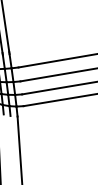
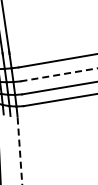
line at (59, 74): solid -> dashed
line at (19, 150): solid -> dashed
